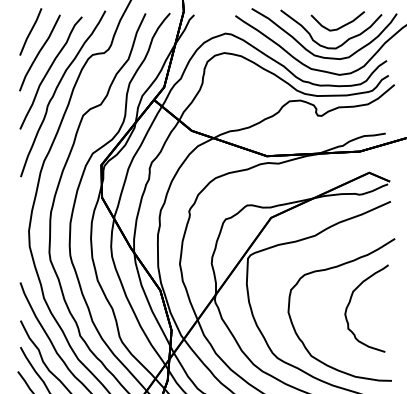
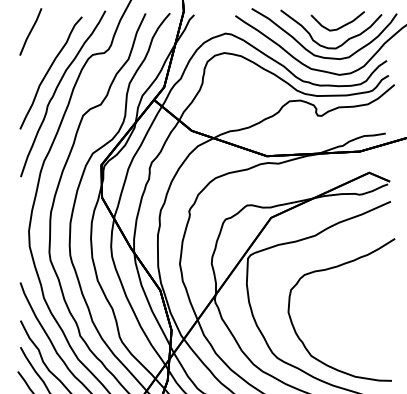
curve at (39, 52): present -> none
curve at (351, 300): present -> none
